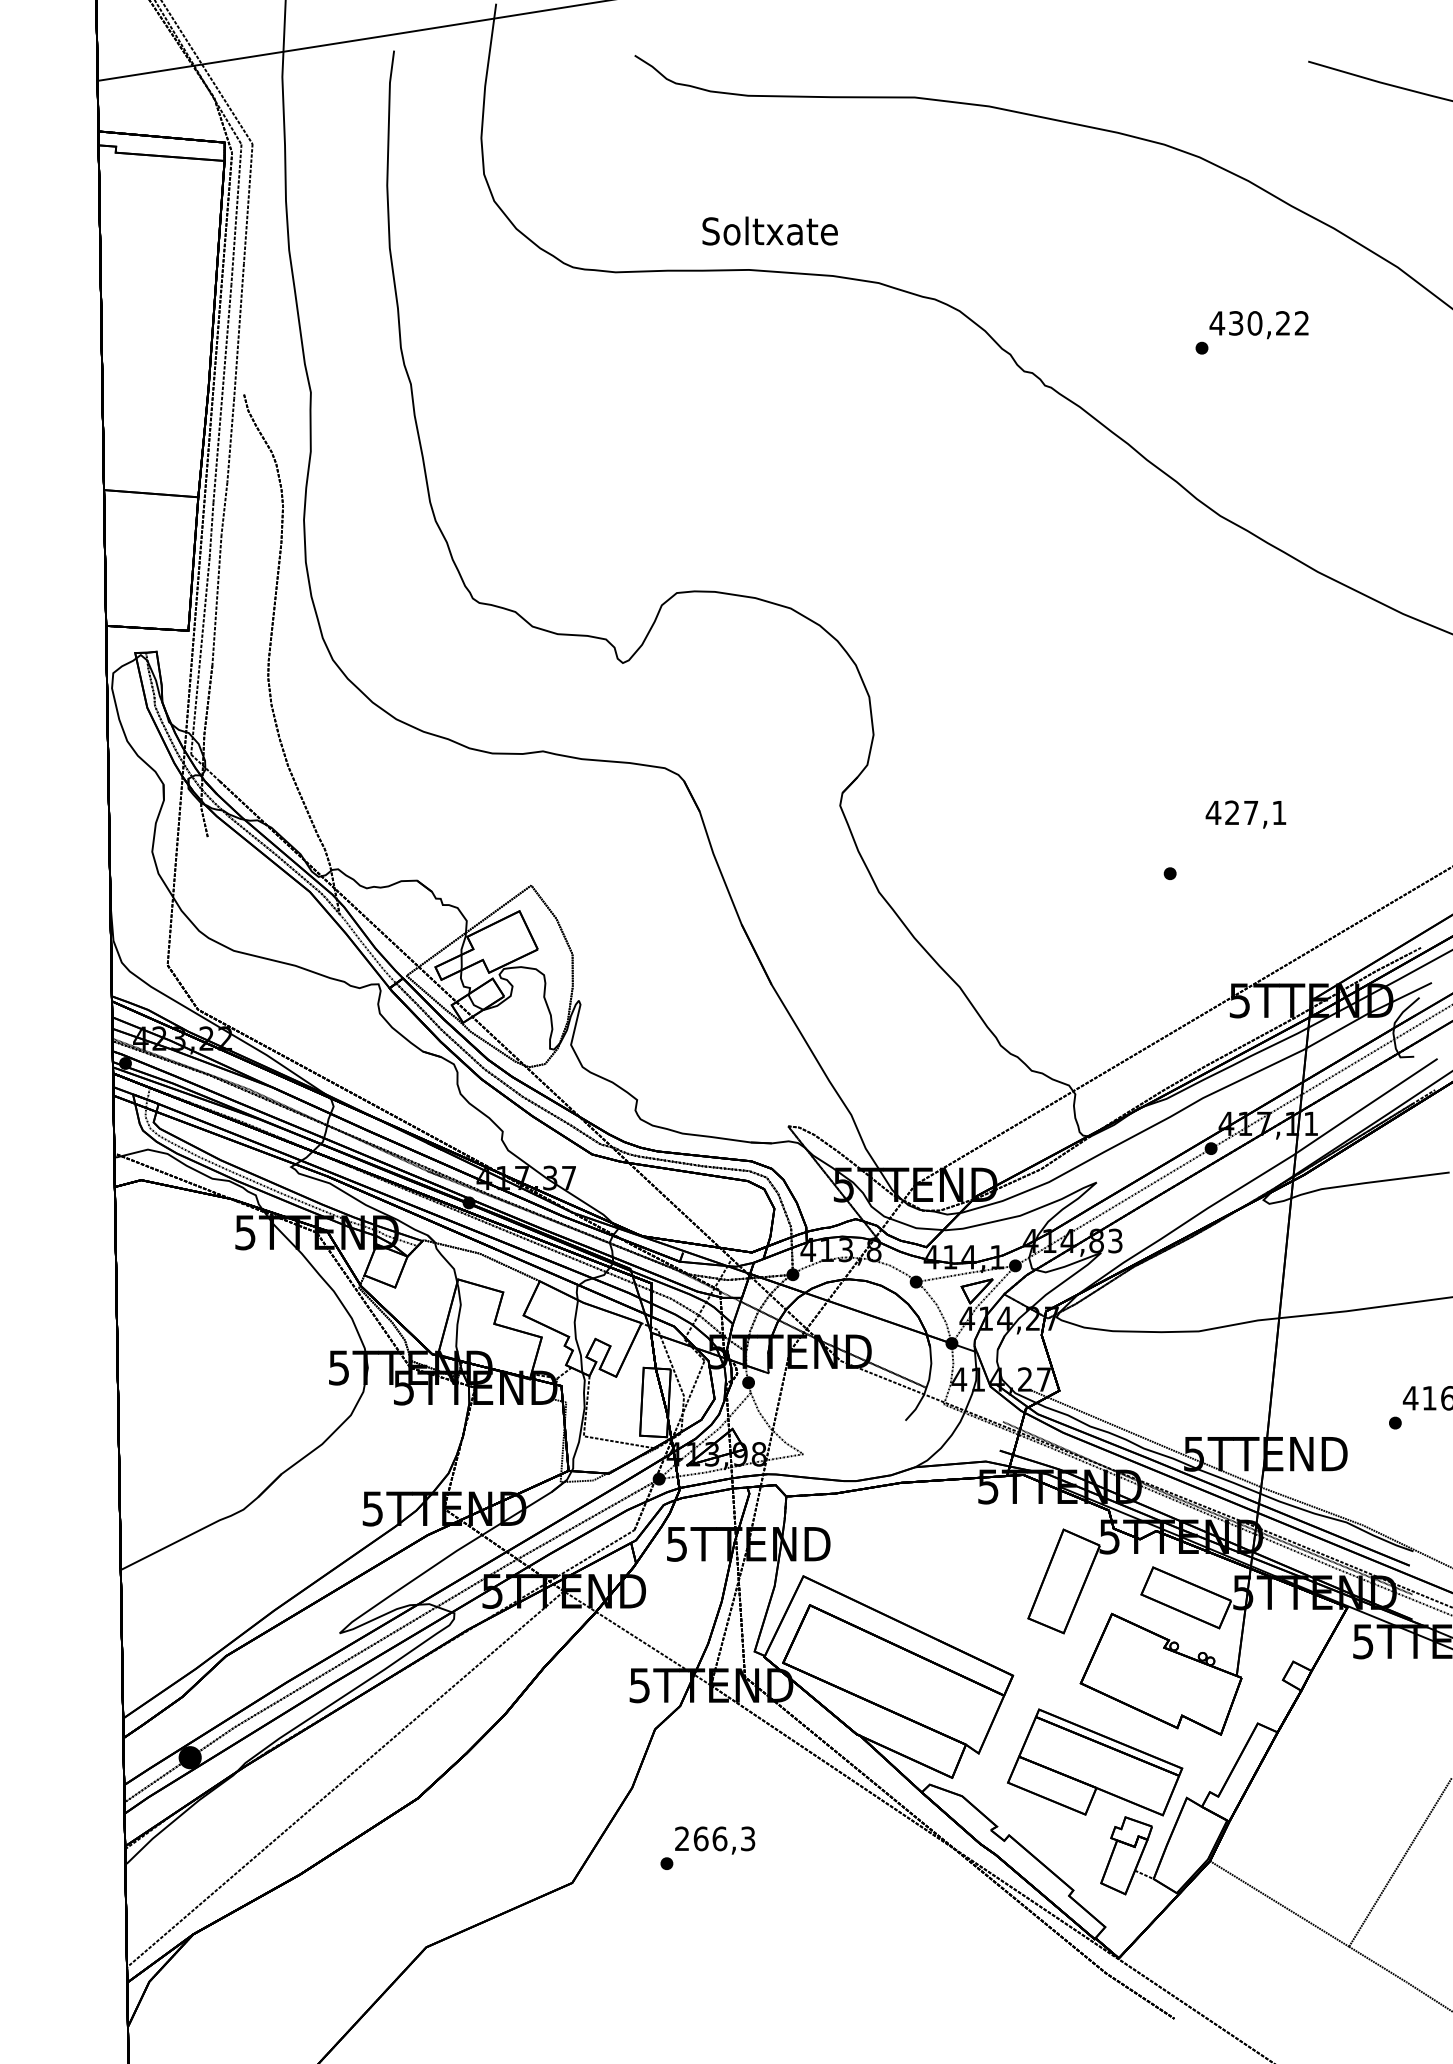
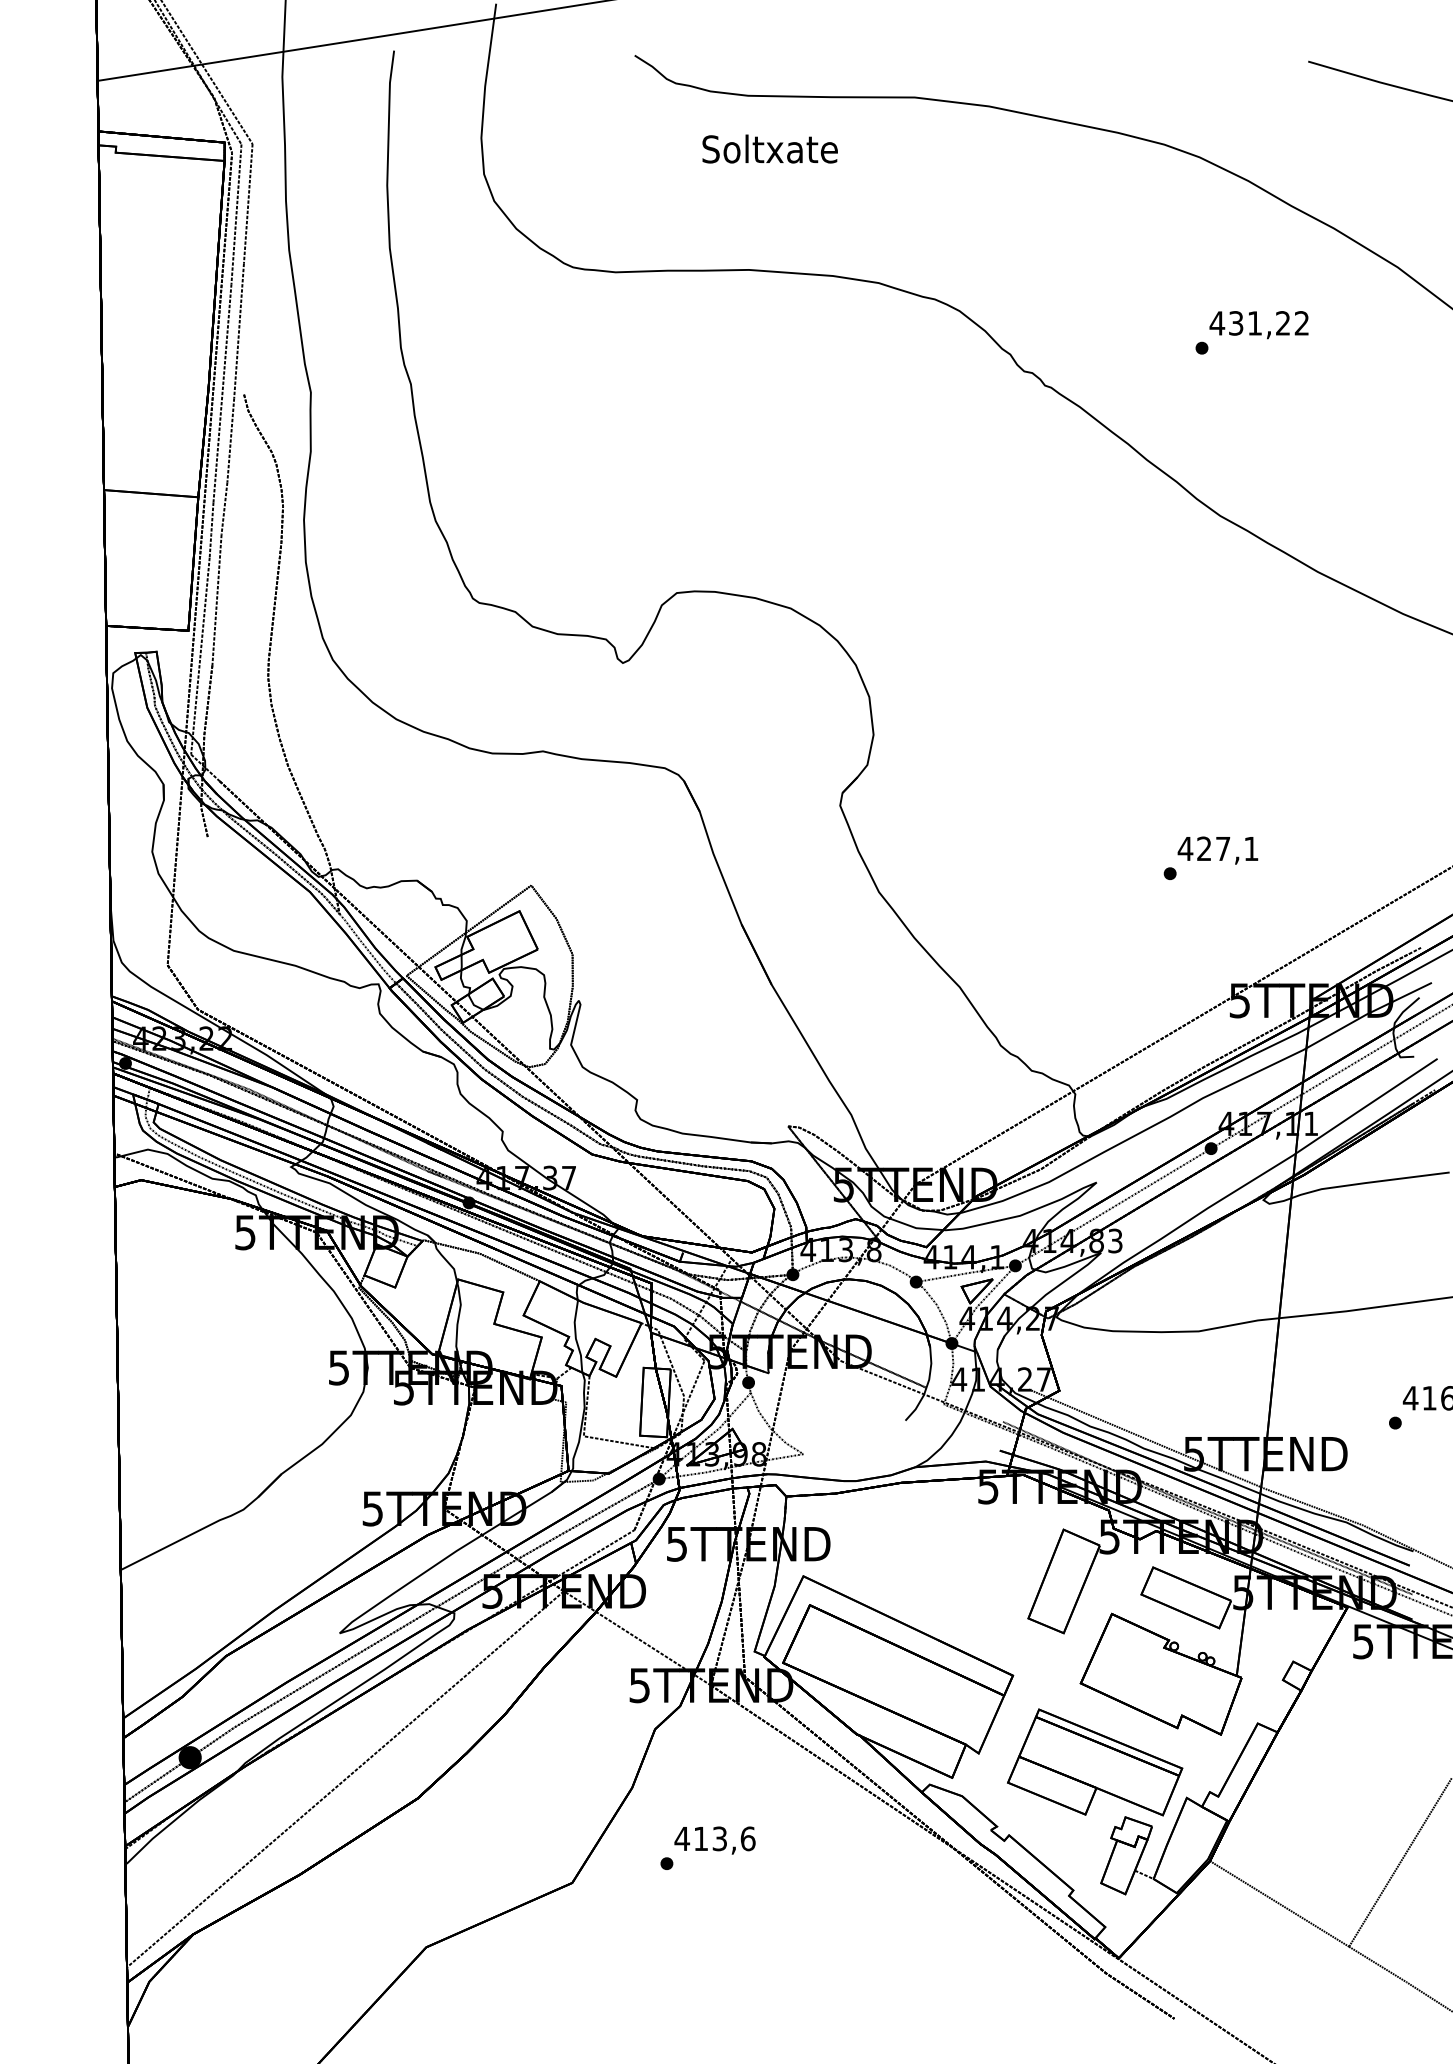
text at (769, 230) position: (769, 230) -> (769, 148)
text at (1254, 323): 430,22 -> 431,22
text at (1245, 814) position: (1245, 814) -> (1217, 850)
text at (714, 1838): 266,3 -> 413,6
